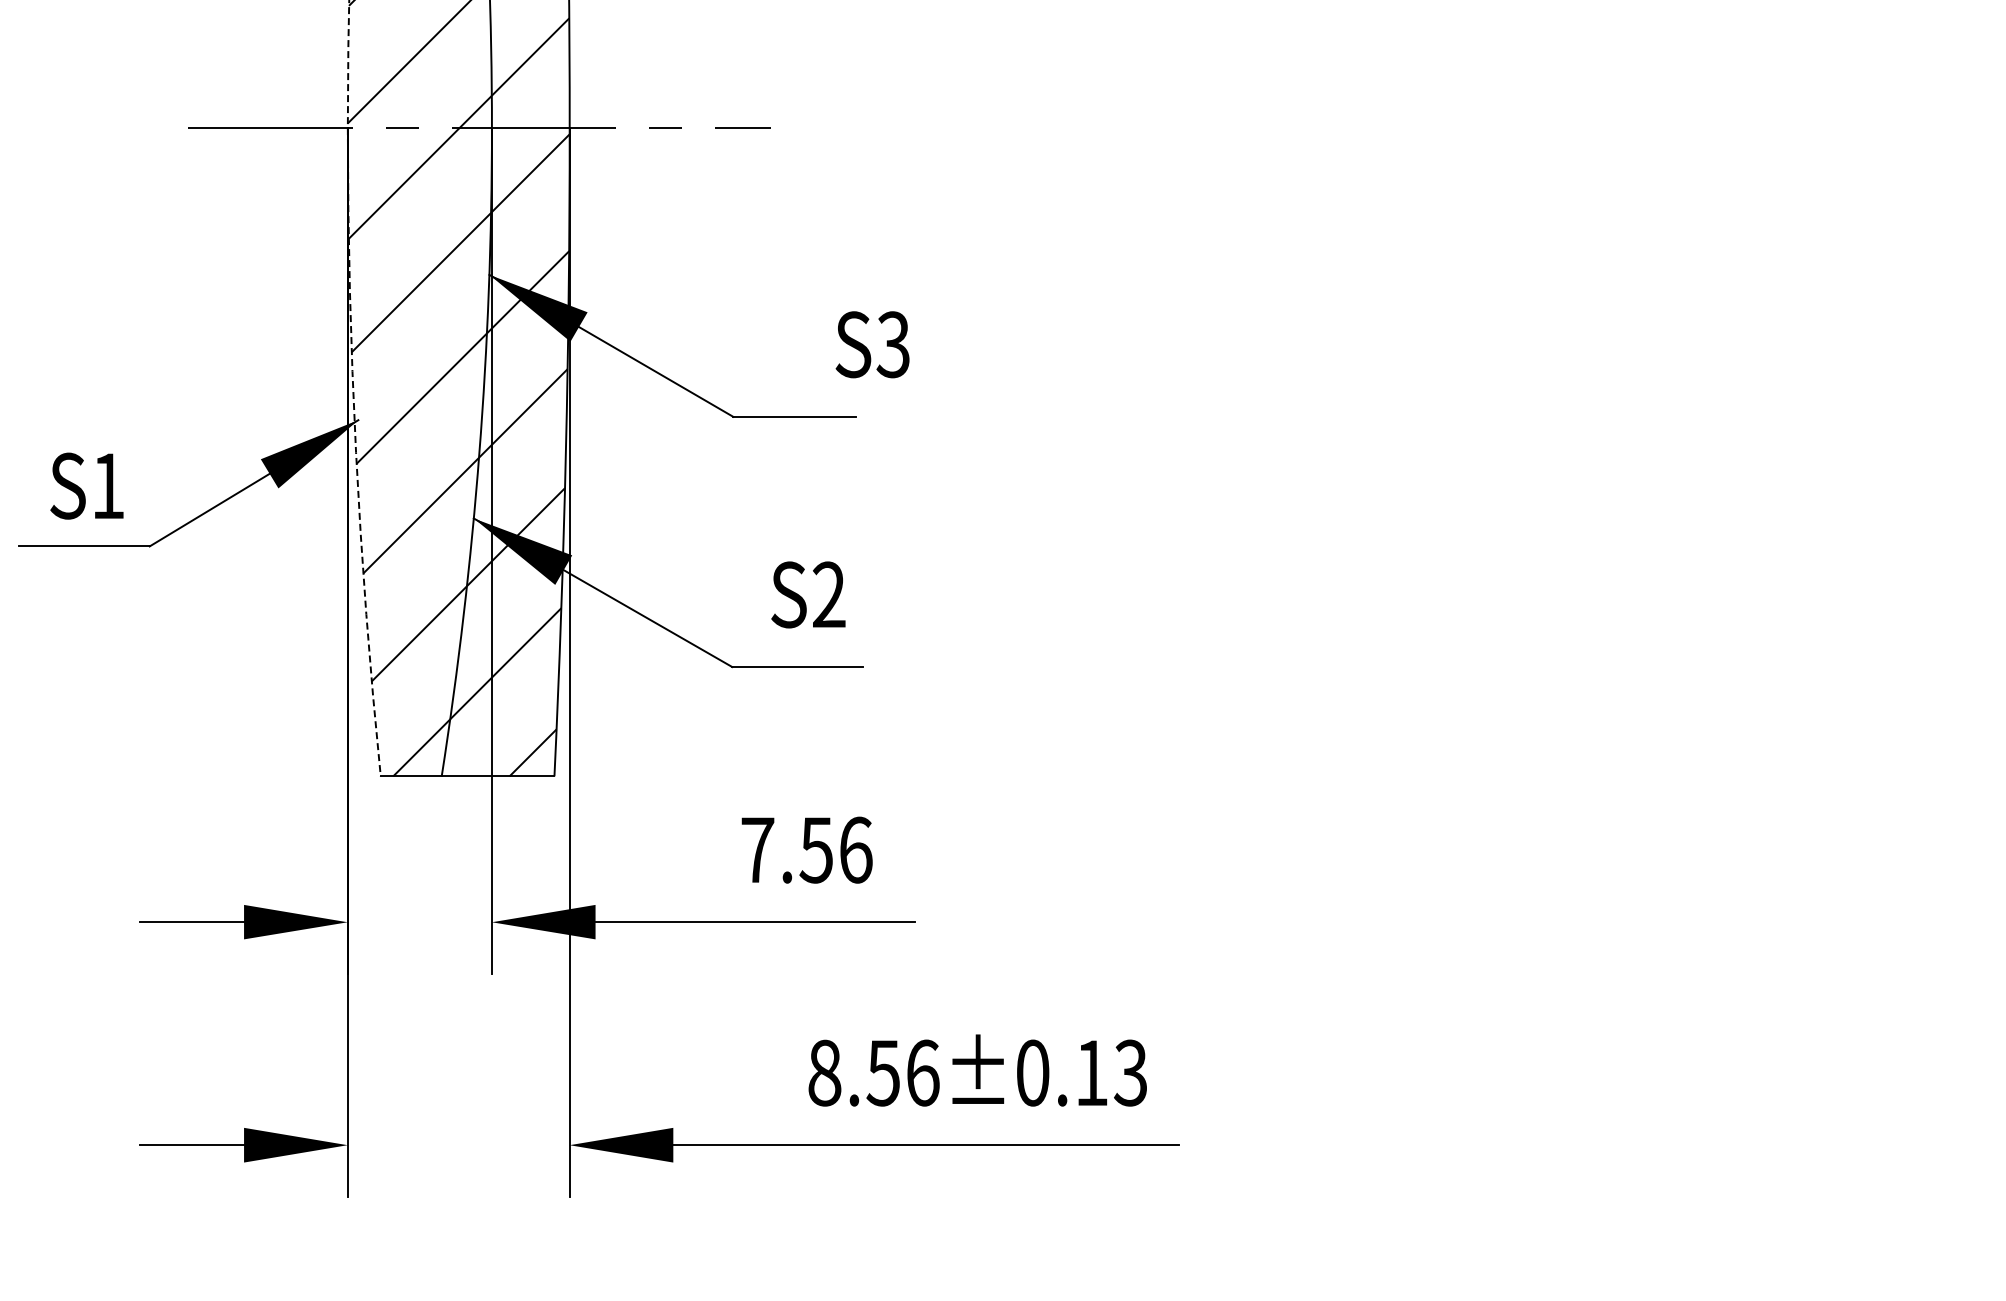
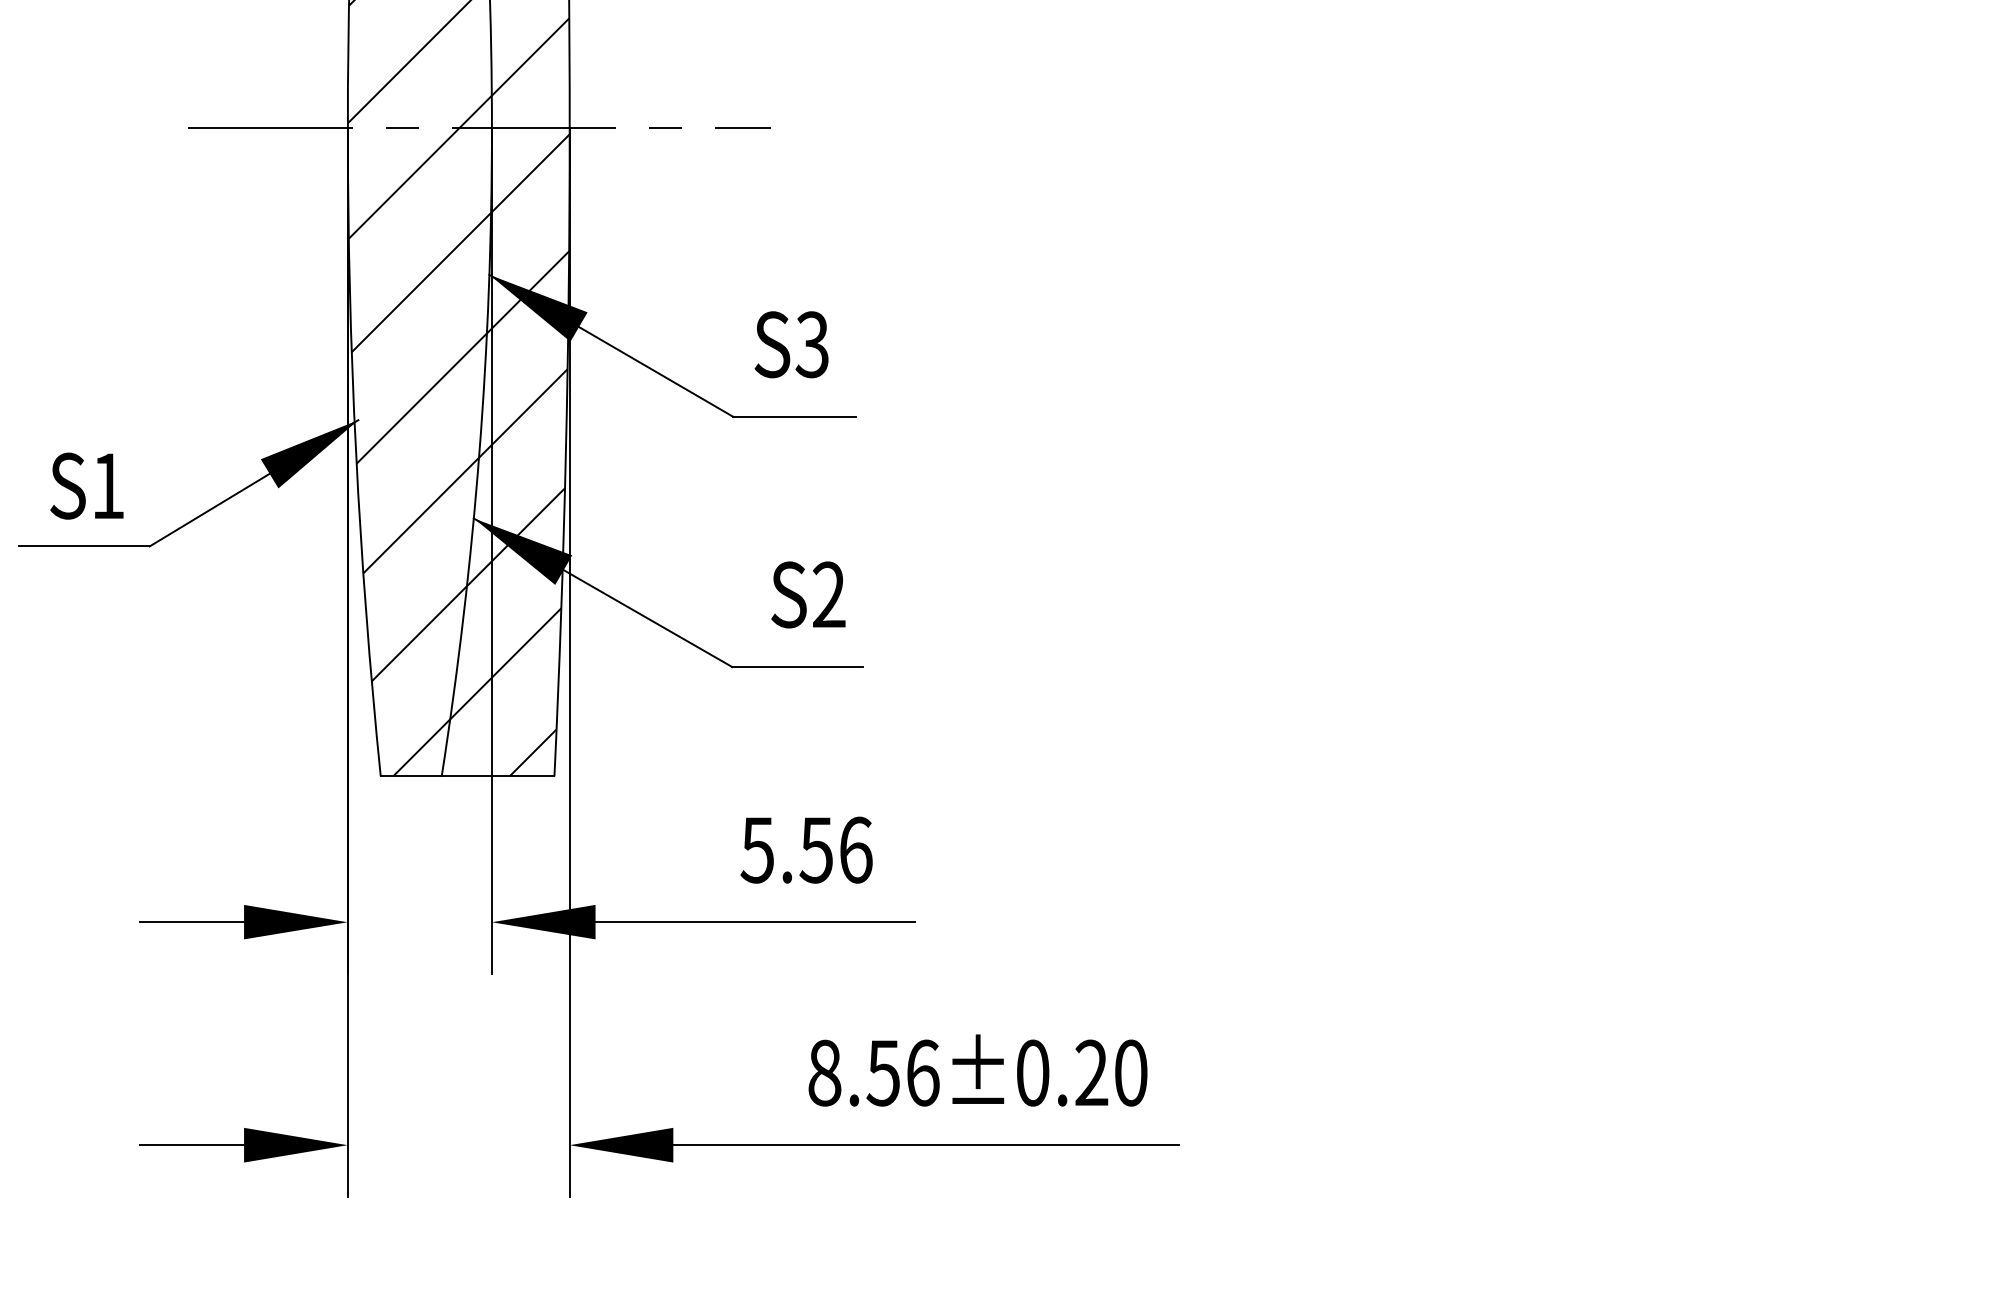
text at (872, 344) position: (872, 344) -> (791, 344)
arc at (353, 388): dashed -> solid
text at (757, 850): 7.56 -> 5.56
text at (1111, 1072): 8.56±0.13 -> 8.56±0.20
